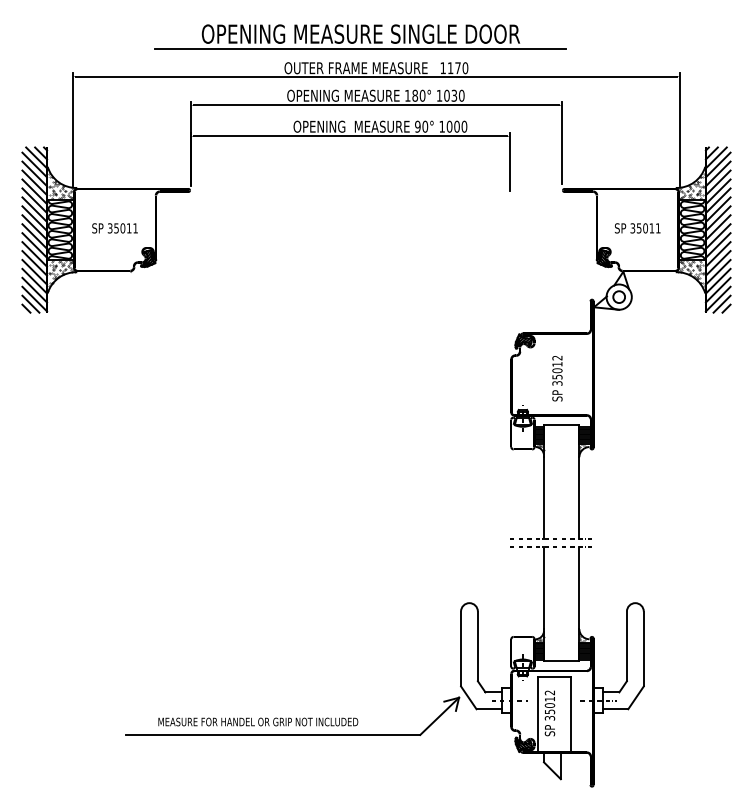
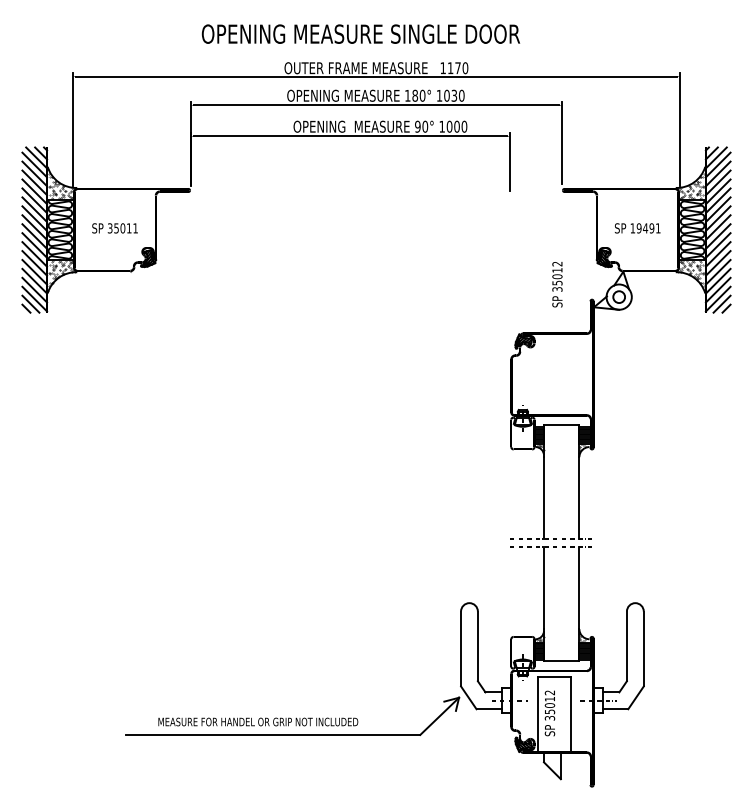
line at (360, 48): present -> none
text at (642, 228): 35011 -> 19491
text at (557, 378) position: (557, 378) -> (557, 284)
